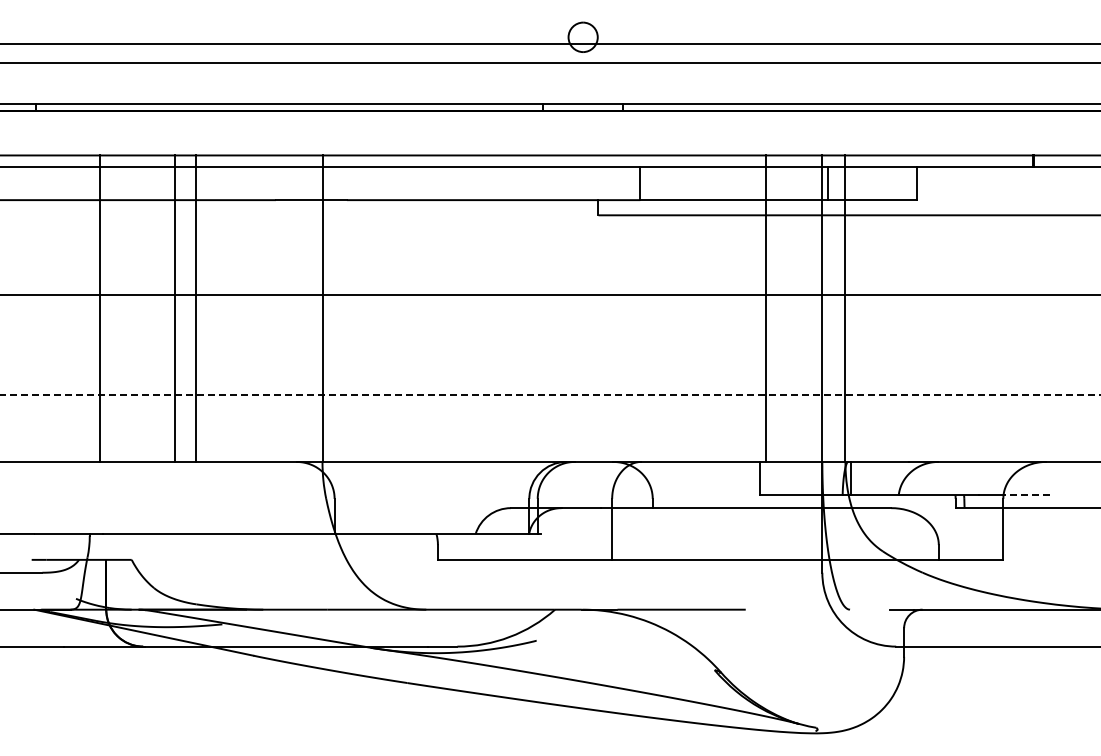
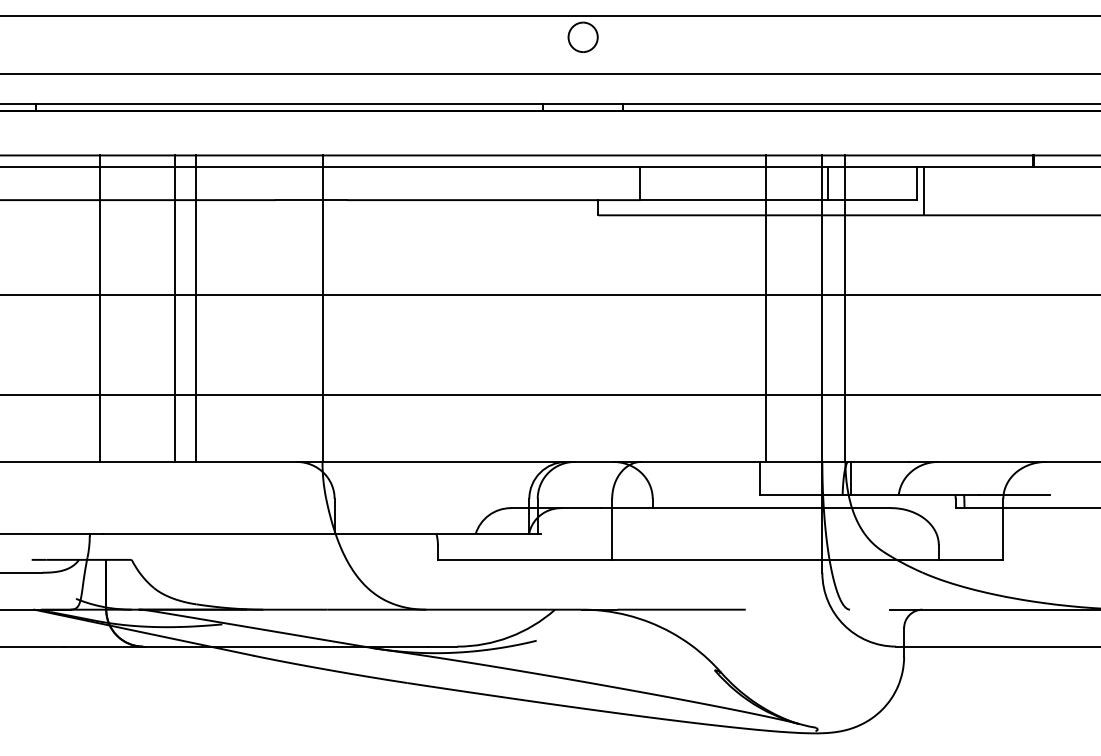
line at (549, 44) position: (549, 44) -> (549, 16)
line at (549, 63) position: (549, 63) -> (549, 74)
line at (924, 190): none -> present
line at (550, 394): dashed -> solid
line at (1026, 495): dashed -> solid
